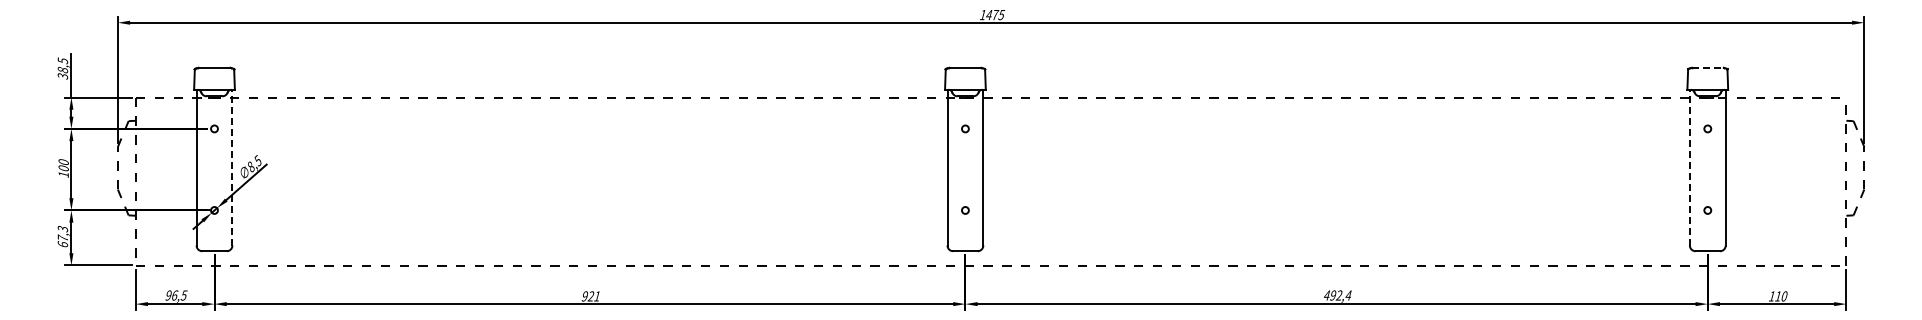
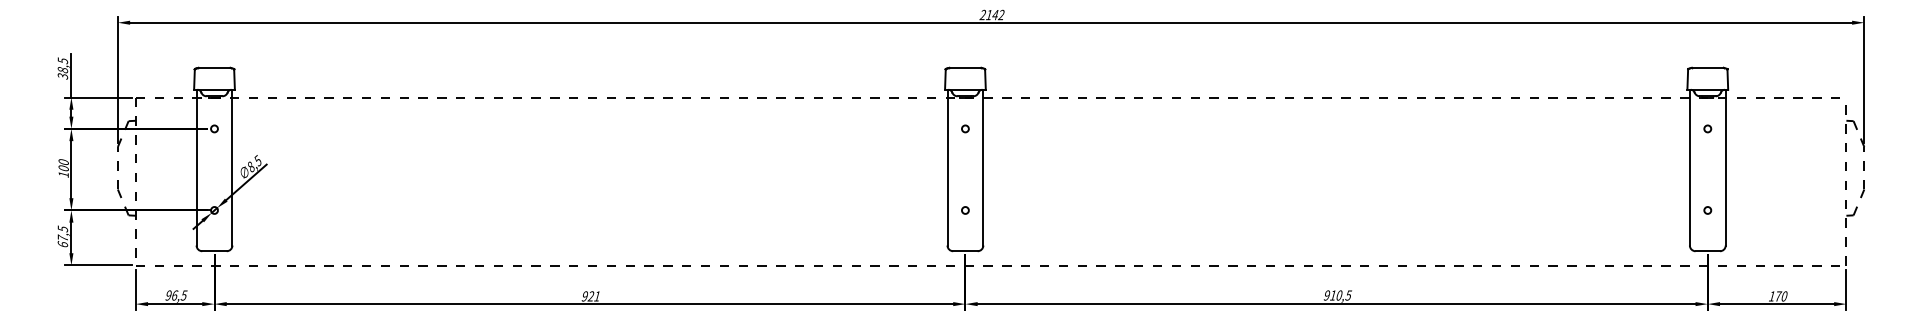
text at (991, 14): 1475 -> 2142
line at (1707, 67): dashed -> solid
line at (232, 167): dashed -> solid
line at (1689, 167): dashed -> solid
text at (62, 227): 67,3 -> 67,5
text at (1337, 295): 492,4 -> 910,5
text at (1778, 296): 110 -> 170
